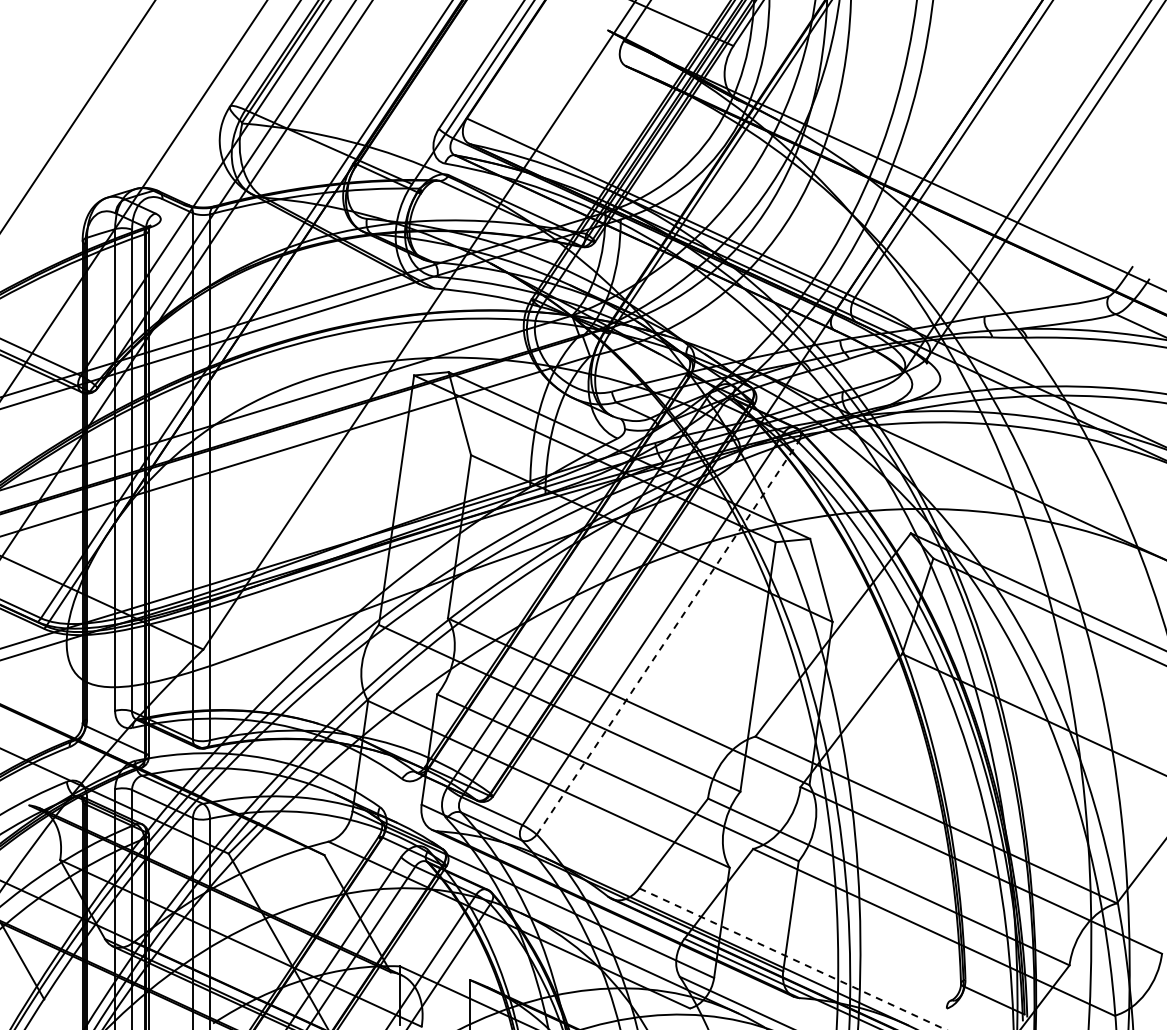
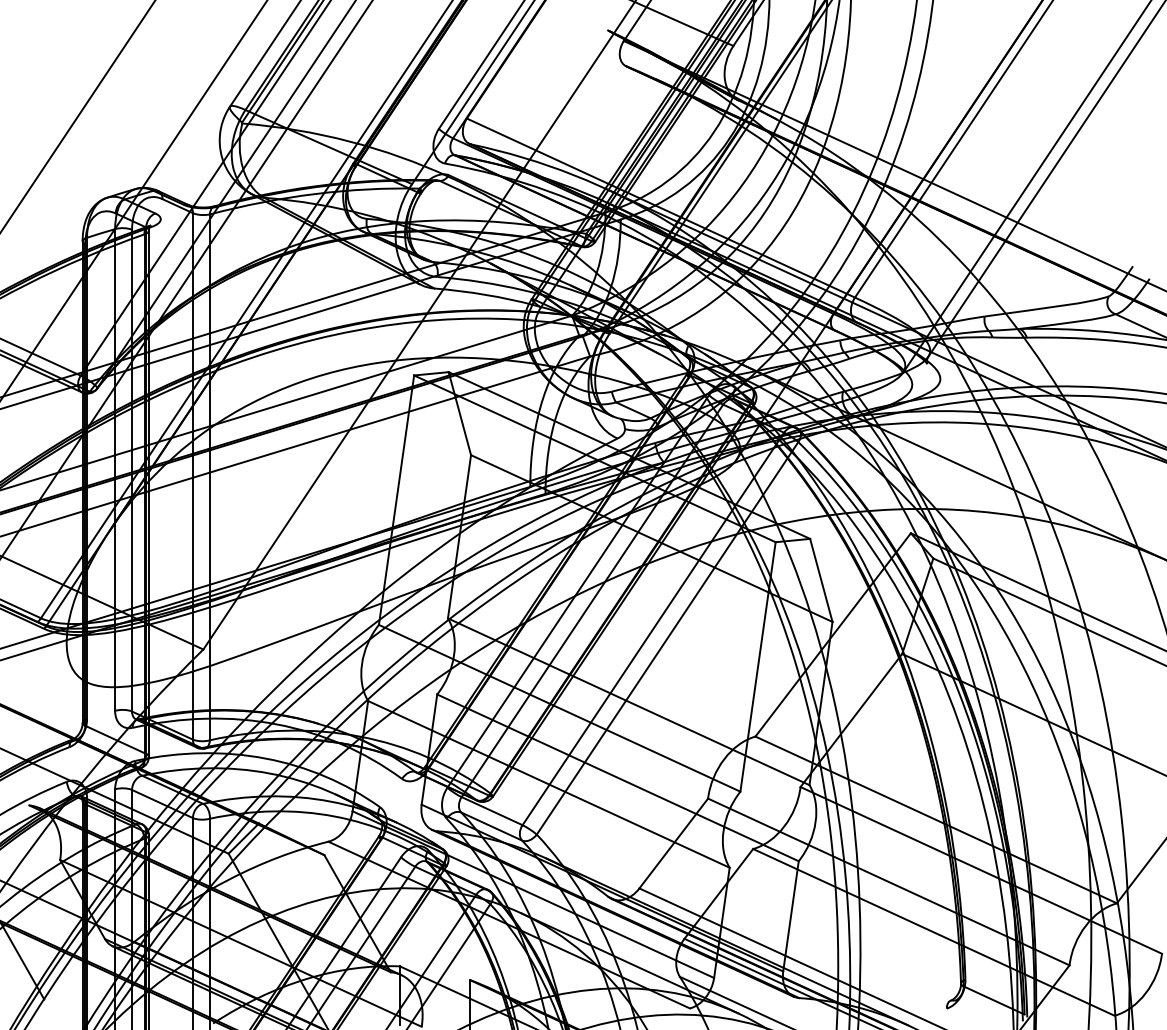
line at (667, 638): dashed -> solid
line at (792, 959): dashed -> solid
